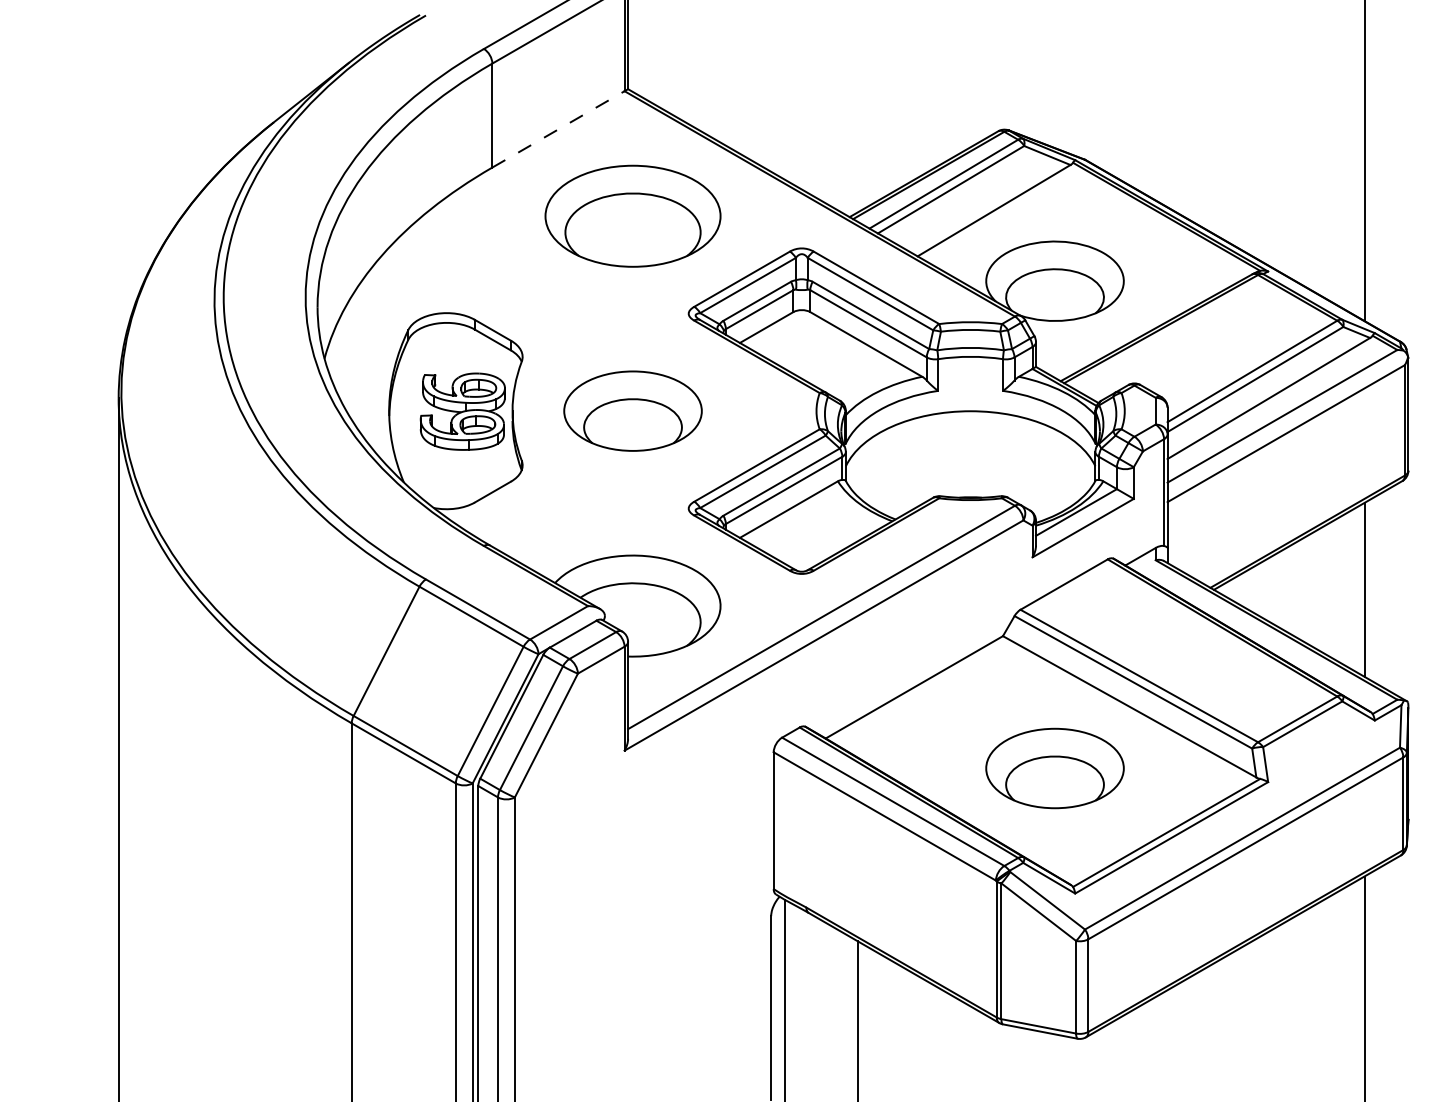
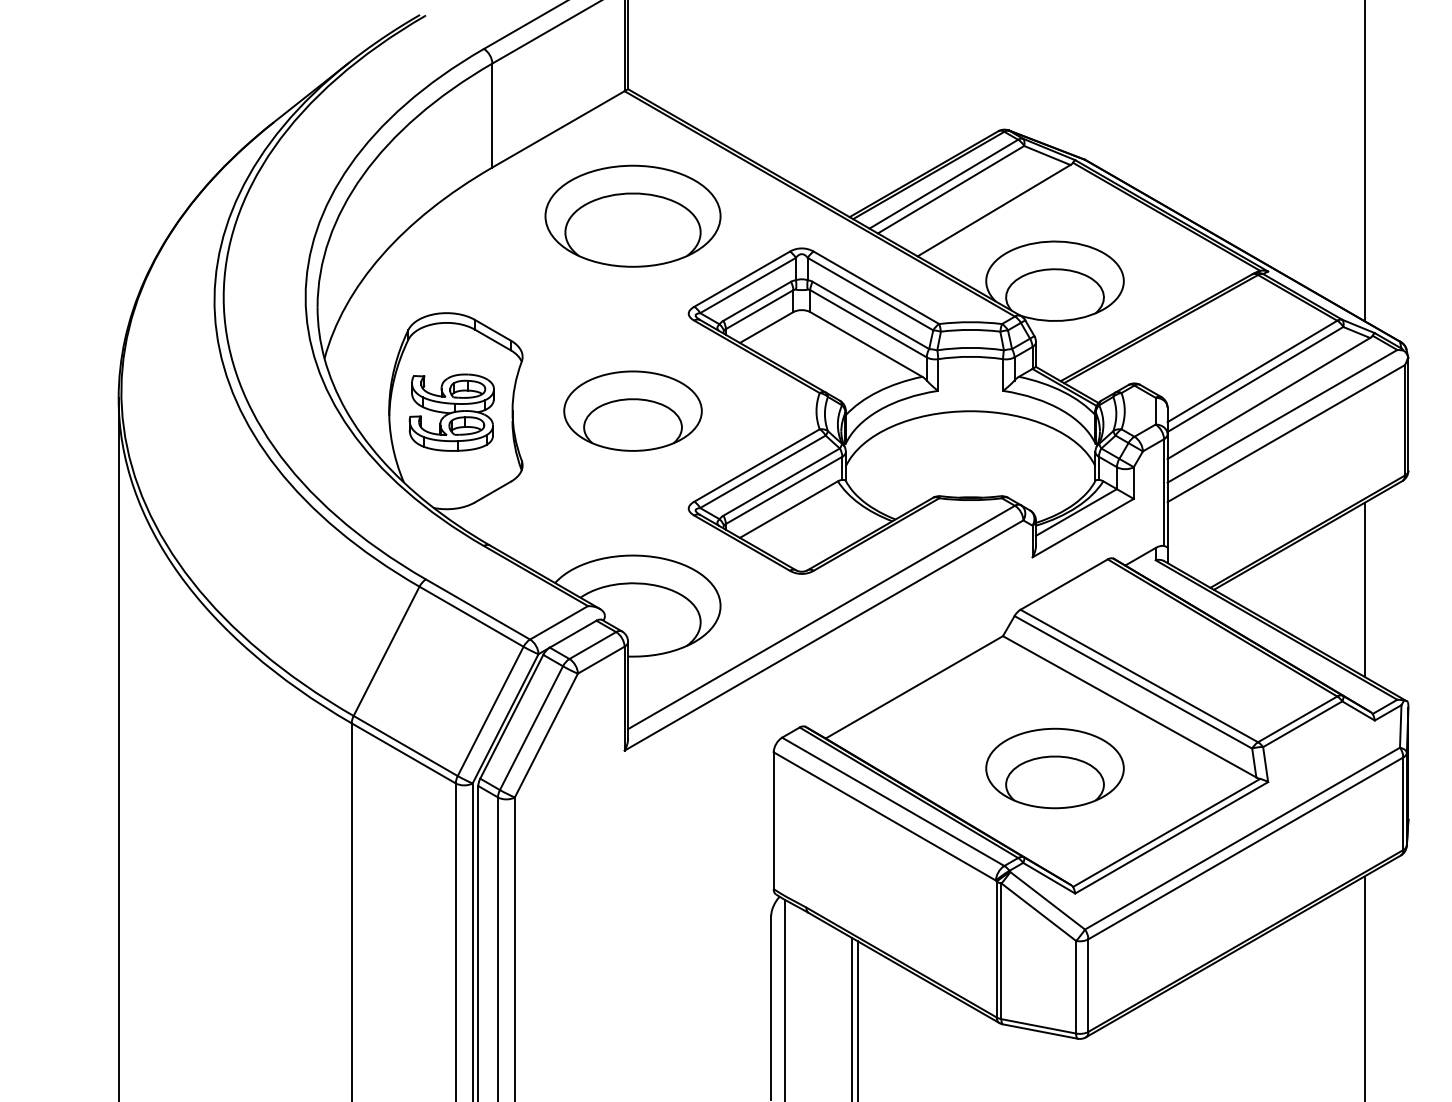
line at (558, 129): dashed -> solid
part at (462, 411) position: (462, 411) -> (451, 412)
line at (852, 1018): none -> present
